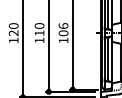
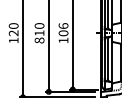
text at (39, 40): 110 -> 810
